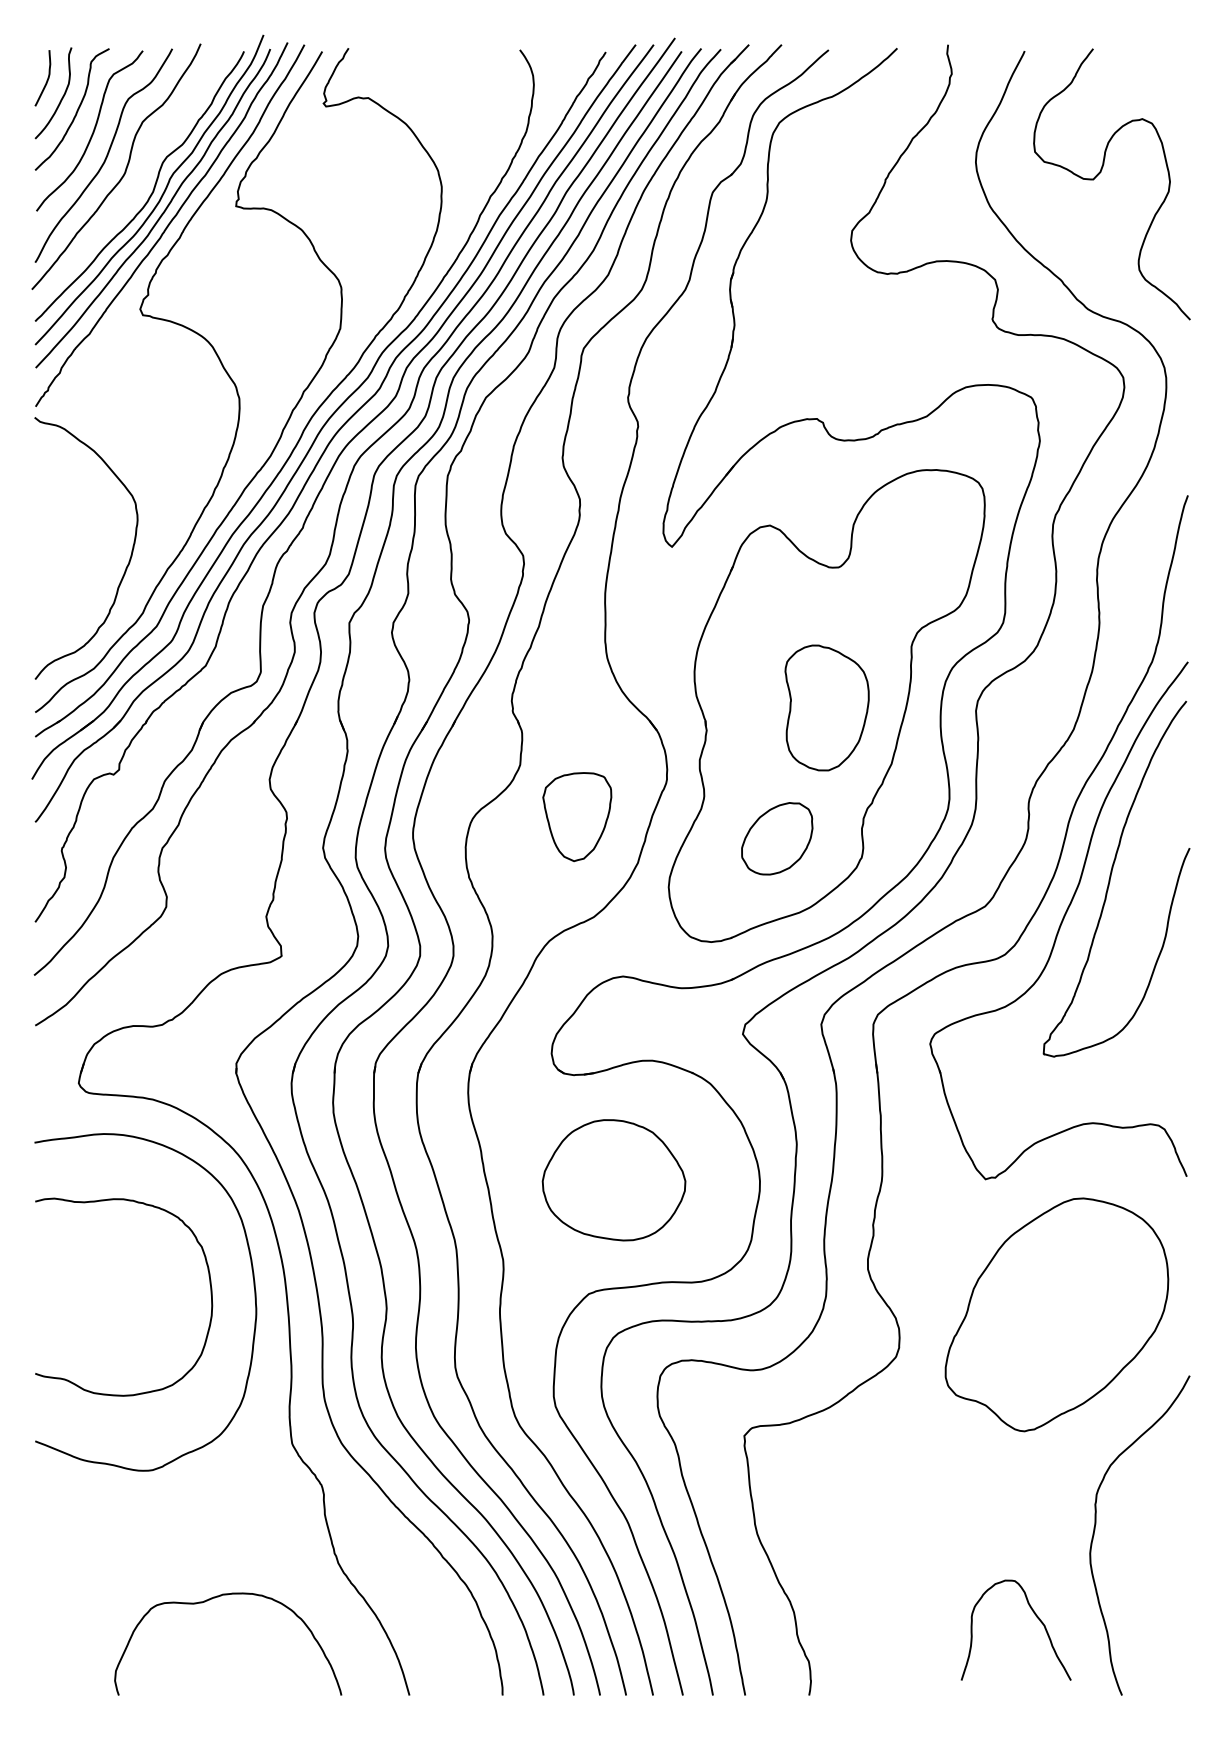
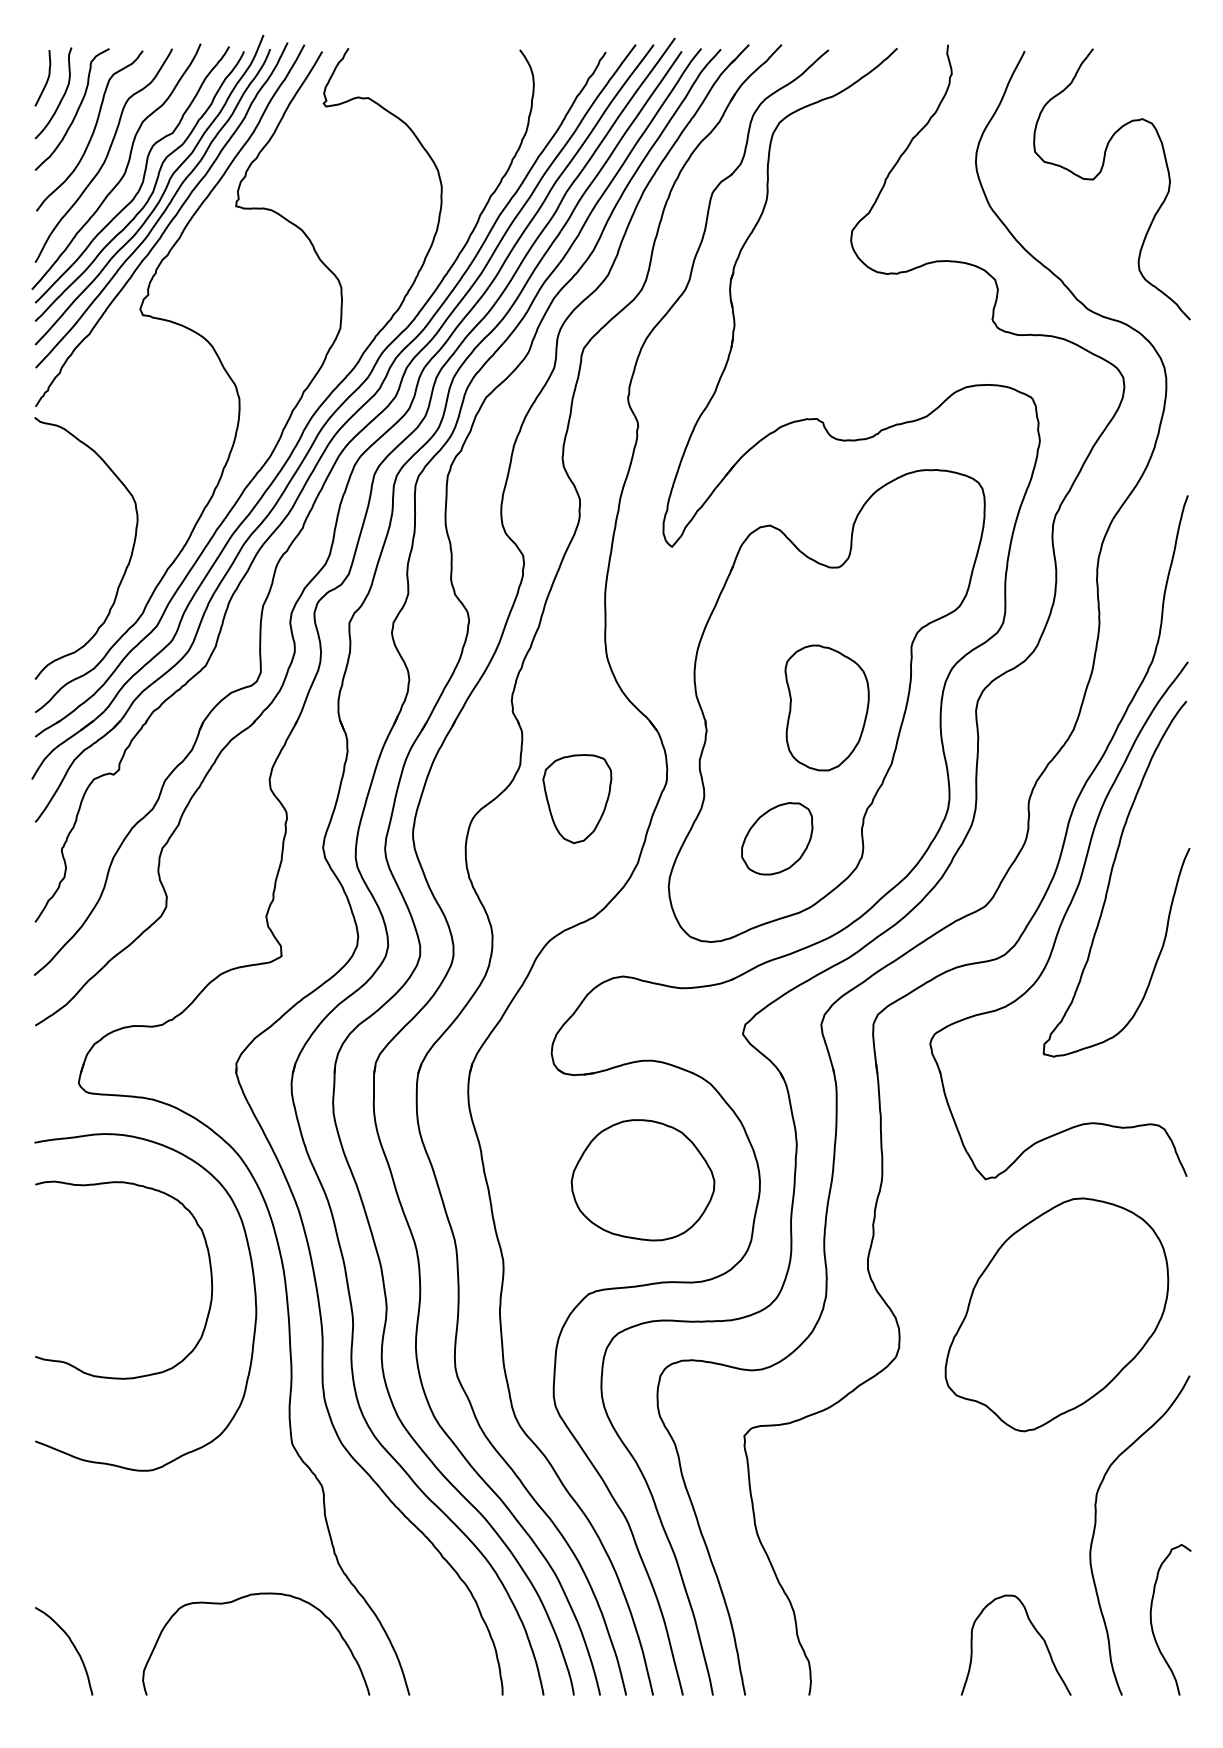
curve at (142, 178): none -> present
part at (577, 817) position: (577, 817) -> (577, 799)
part at (613, 1180) position: (613, 1180) -> (642, 1180)
curve at (209, 1284) position: (209, 1284) -> (209, 1267)
curve at (212, 1599) position: (212, 1599) -> (240, 1599)
curve at (1033, 1613) position: (1033, 1613) -> (1033, 1628)
curve at (1152, 1623): none -> present
curve at (72, 1645): none -> present
